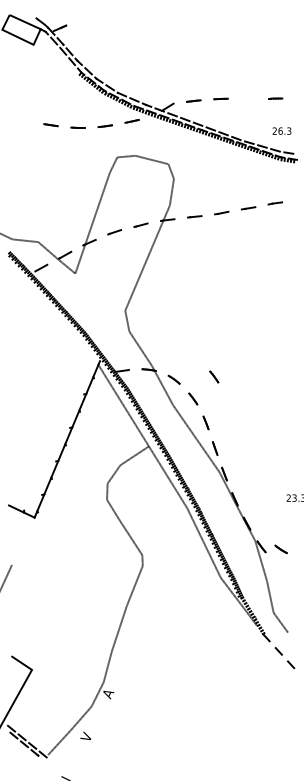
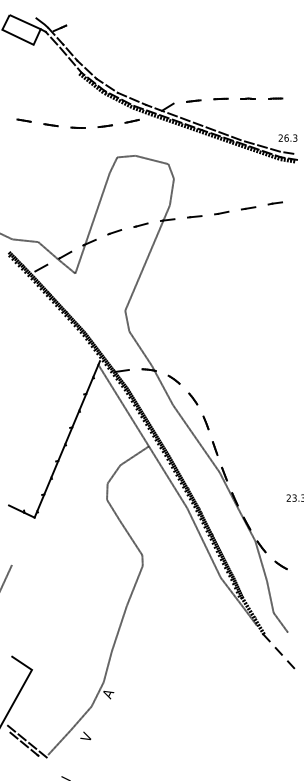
line at (247, 98): none -> present
line at (23, 120): none -> present
text at (281, 130) position: (281, 130) -> (287, 137)
line at (214, 376): present -> none
line at (280, 549) position: (280, 549) -> (280, 565)
